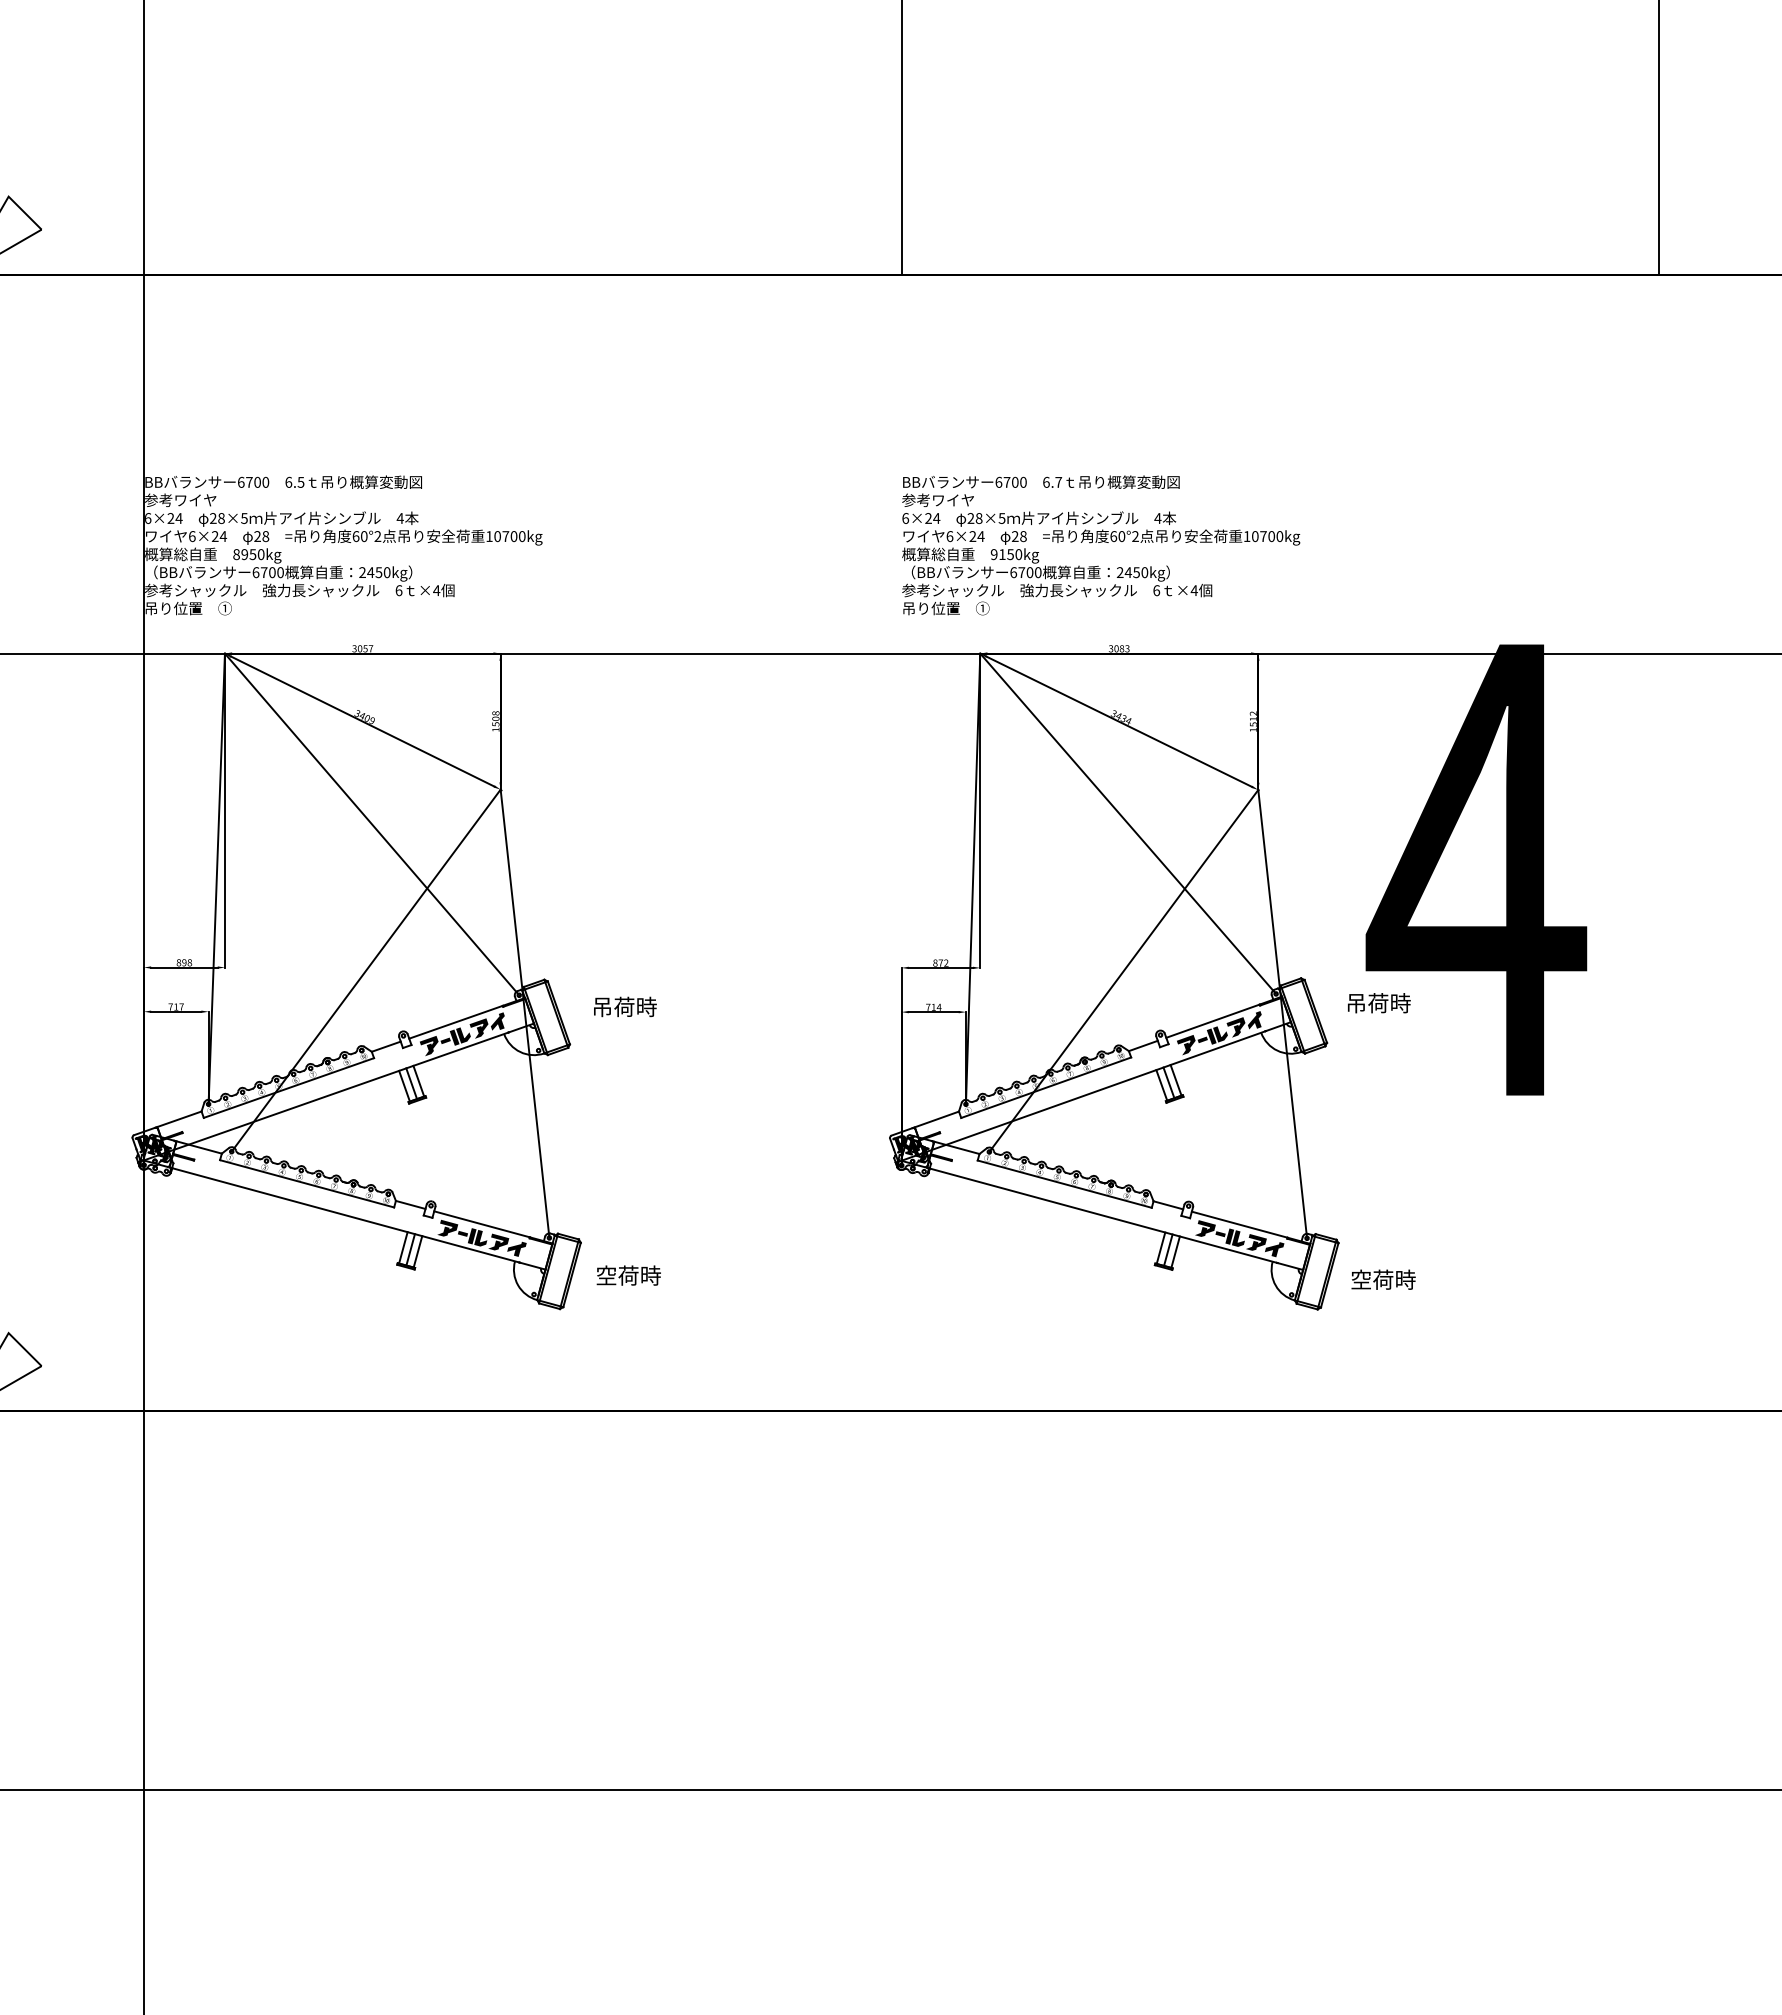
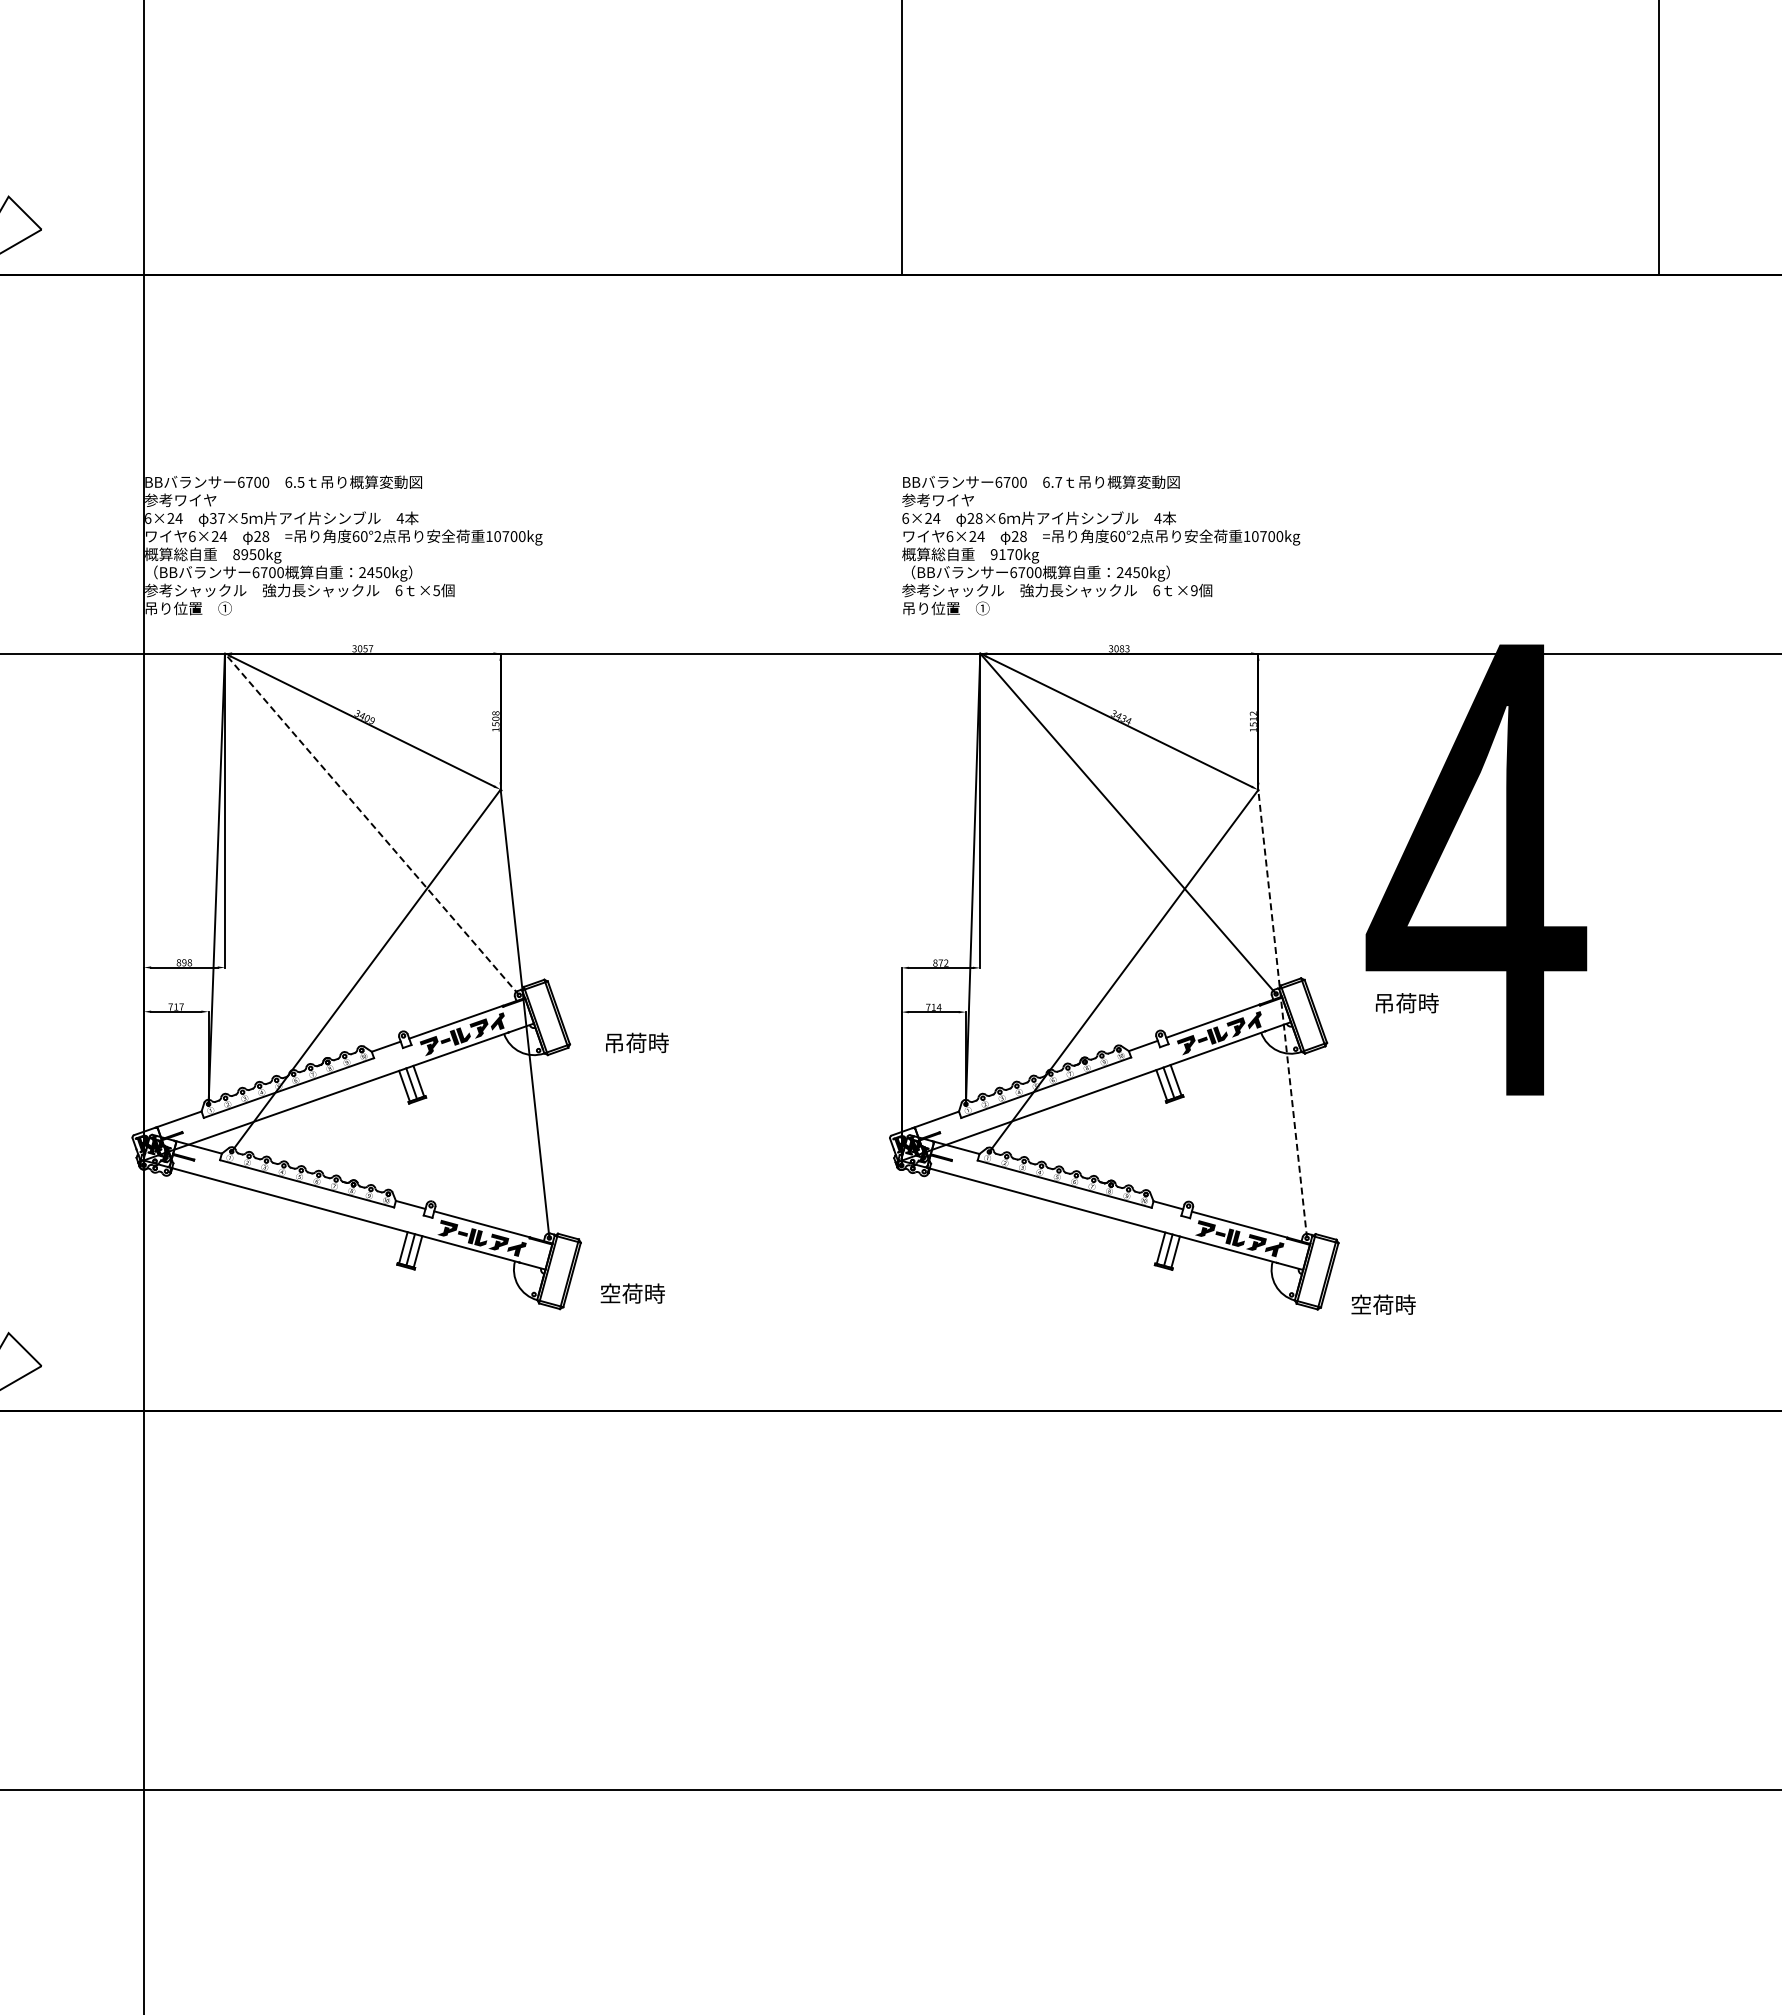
text at (217, 518): 28×5 -> 37×5
text at (1001, 518): 28×5 -> 28×6
text at (1010, 554): 9150kg -> 9170kg
text at (436, 590): ×4 -> ×5
text at (1193, 590): ×4 -> ×9
line at (371, 824): solid -> dashed
text at (1379, 1003) position: (1379, 1003) -> (1407, 1003)
text at (625, 1006) position: (625, 1006) -> (637, 1042)
line at (1282, 1013): solid -> dashed
text at (628, 1275) position: (628, 1275) -> (632, 1293)
text at (1383, 1279) position: (1383, 1279) -> (1383, 1304)
